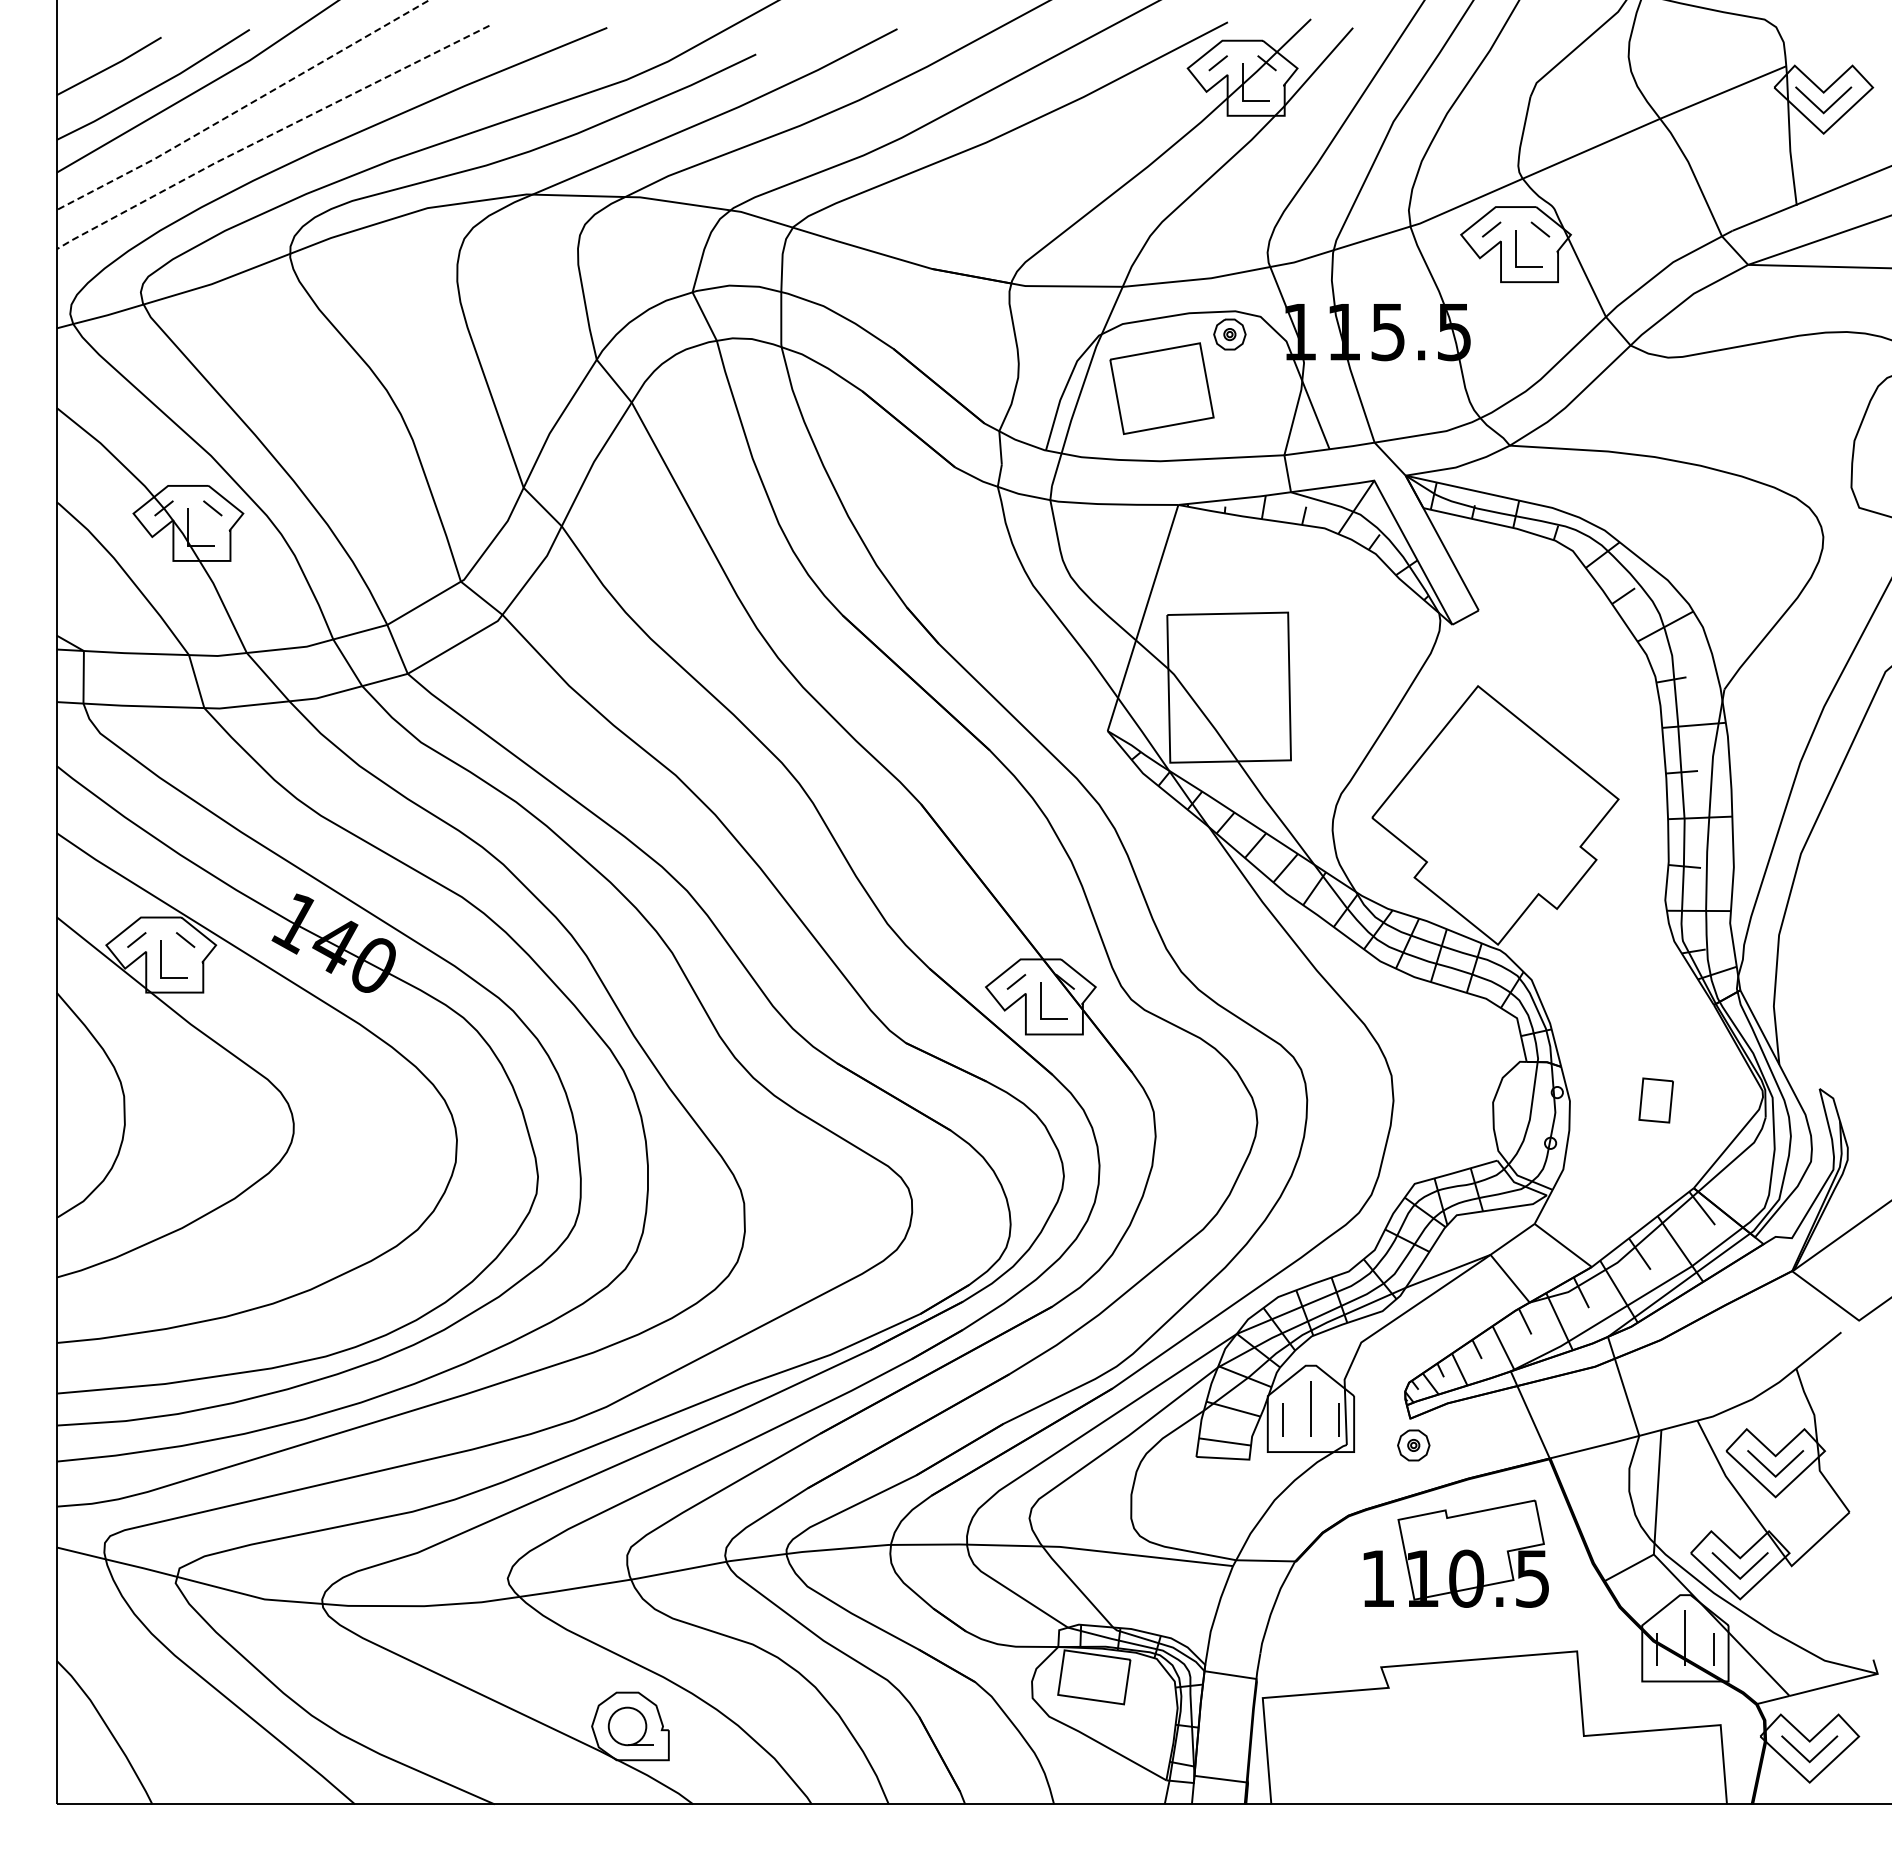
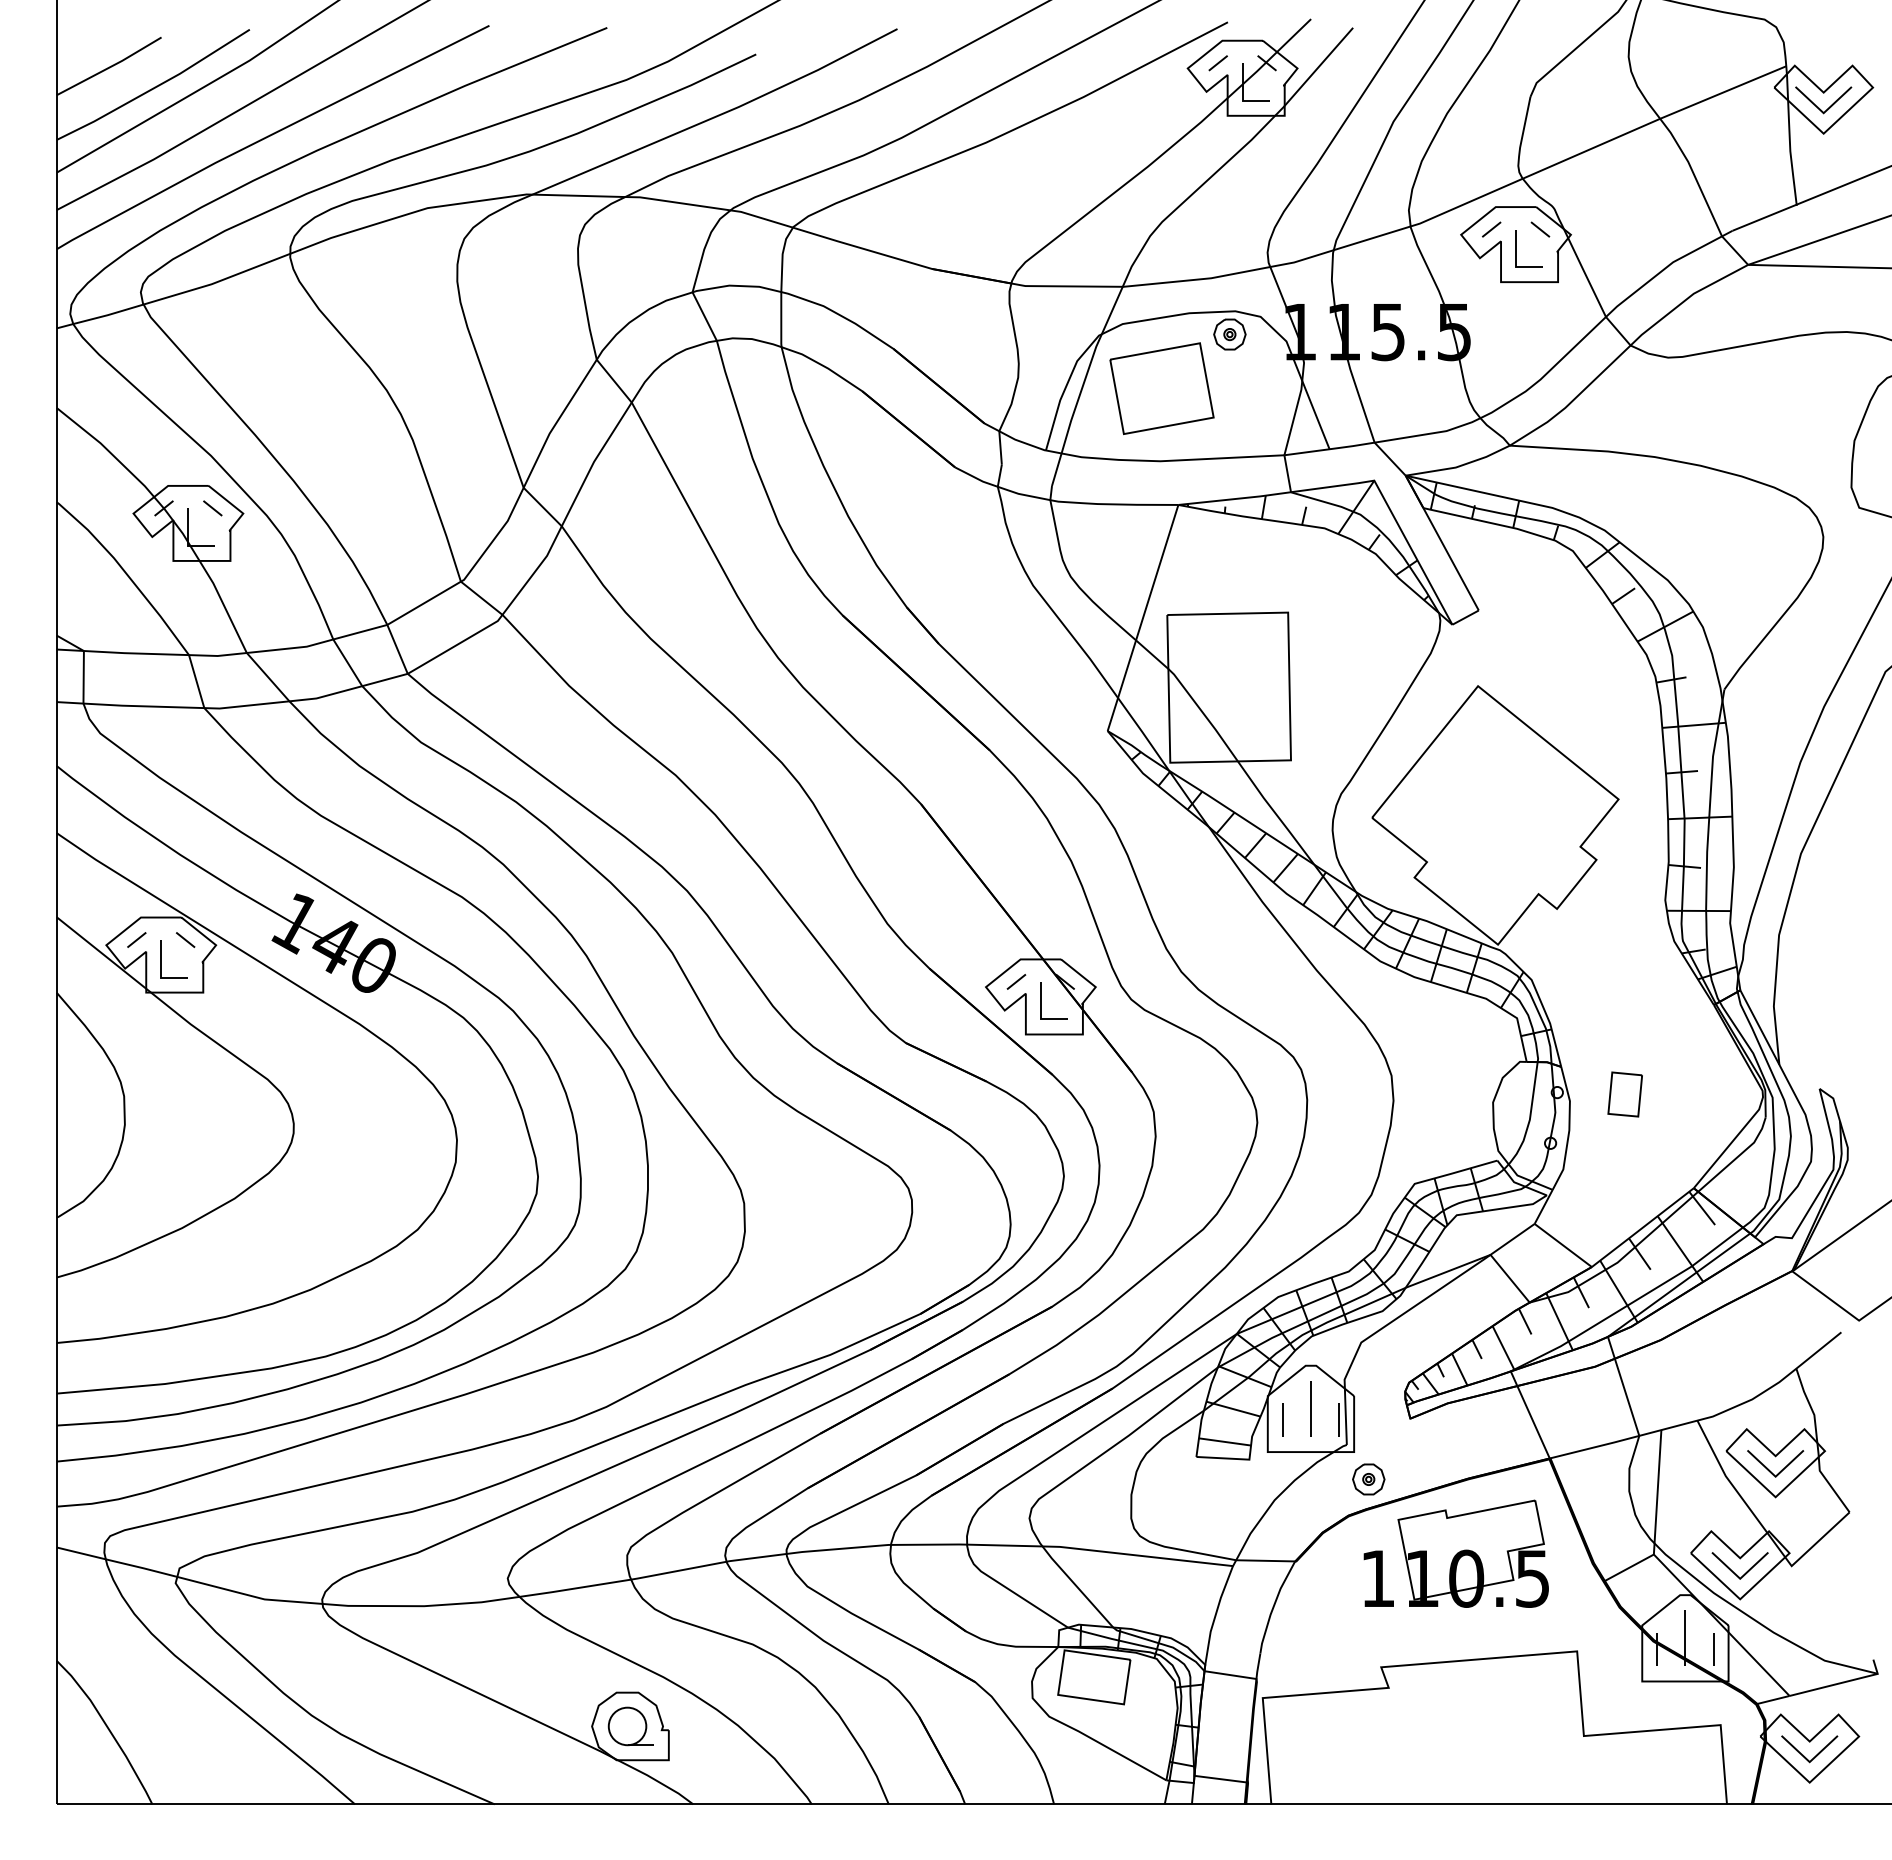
line at (243, 107): dashed -> solid
line at (270, 135): dashed -> solid
part at (1655, 1100) position: (1655, 1100) -> (1624, 1094)
part at (1413, 1445) position: (1413, 1445) -> (1368, 1479)
